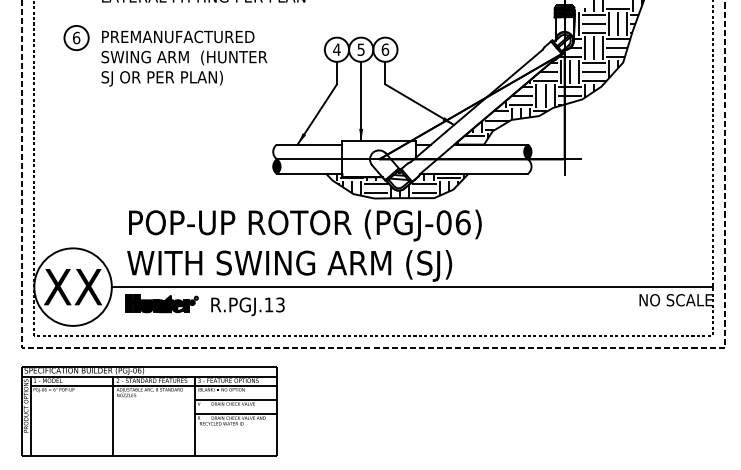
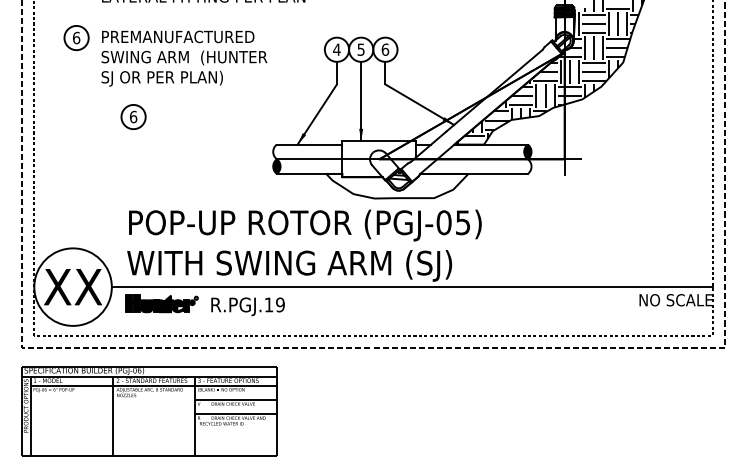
part at (133, 117): none -> present
hatch at (395, 185): present -> none
text at (462, 222): (PGJ-06) -> (PGJ-05)
text at (280, 304): R.PGJ.13 -> R.PGJ.19
